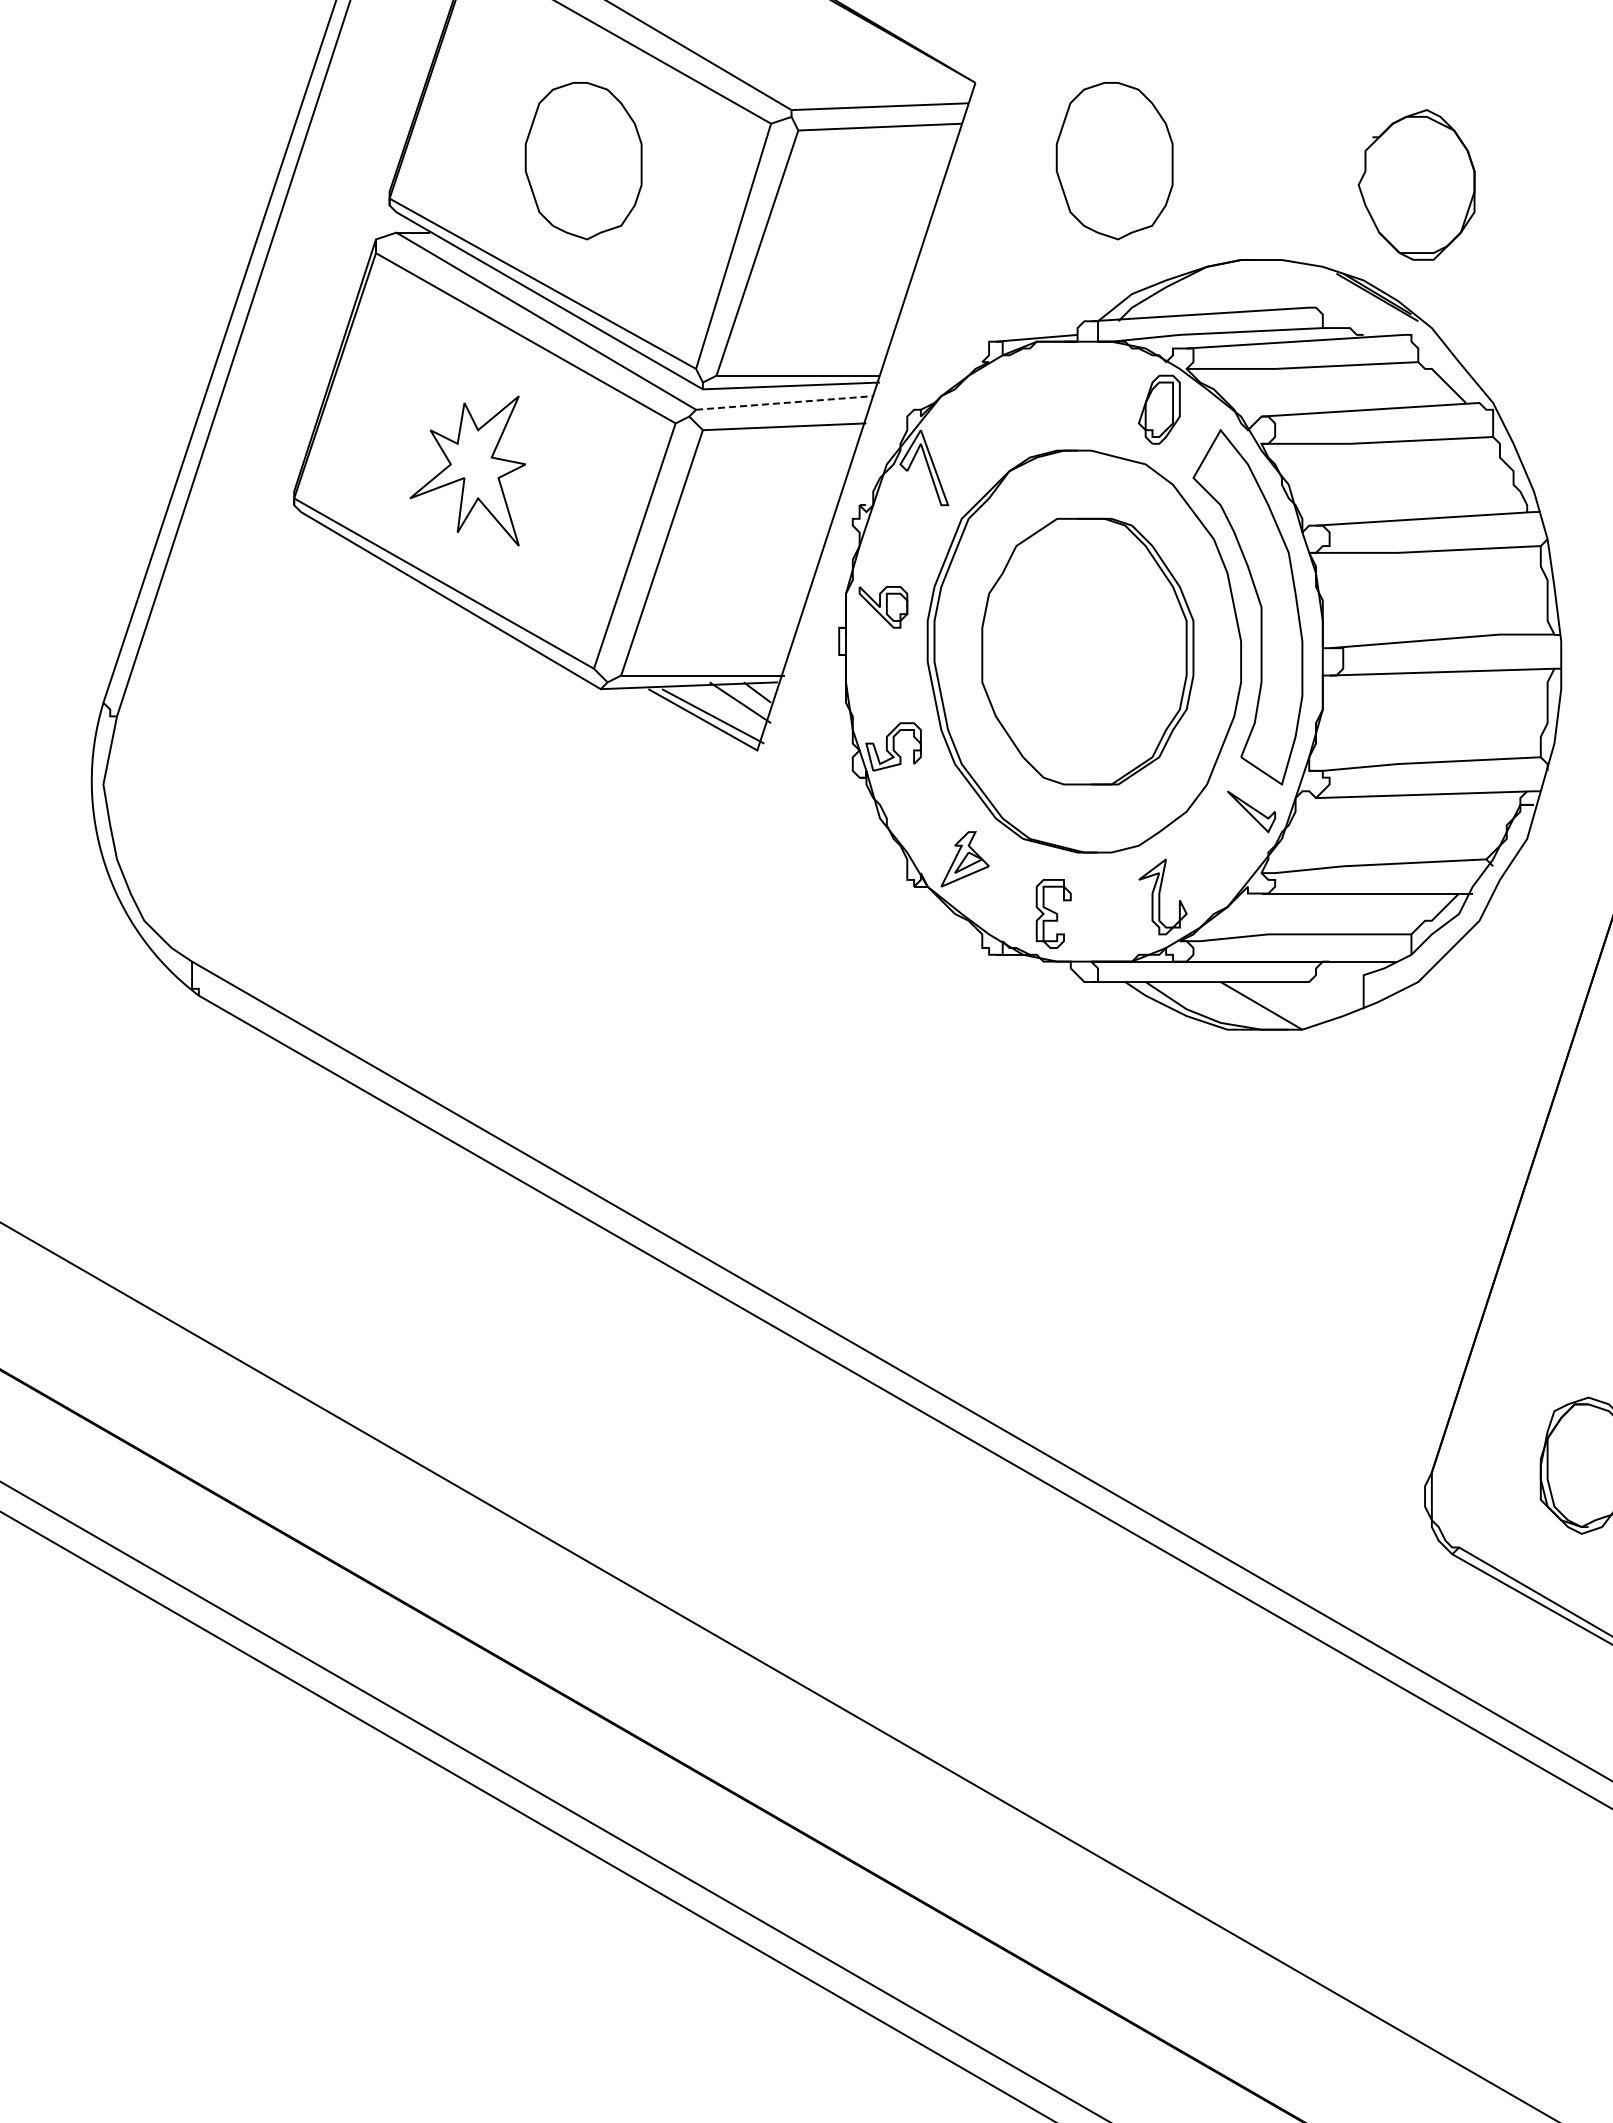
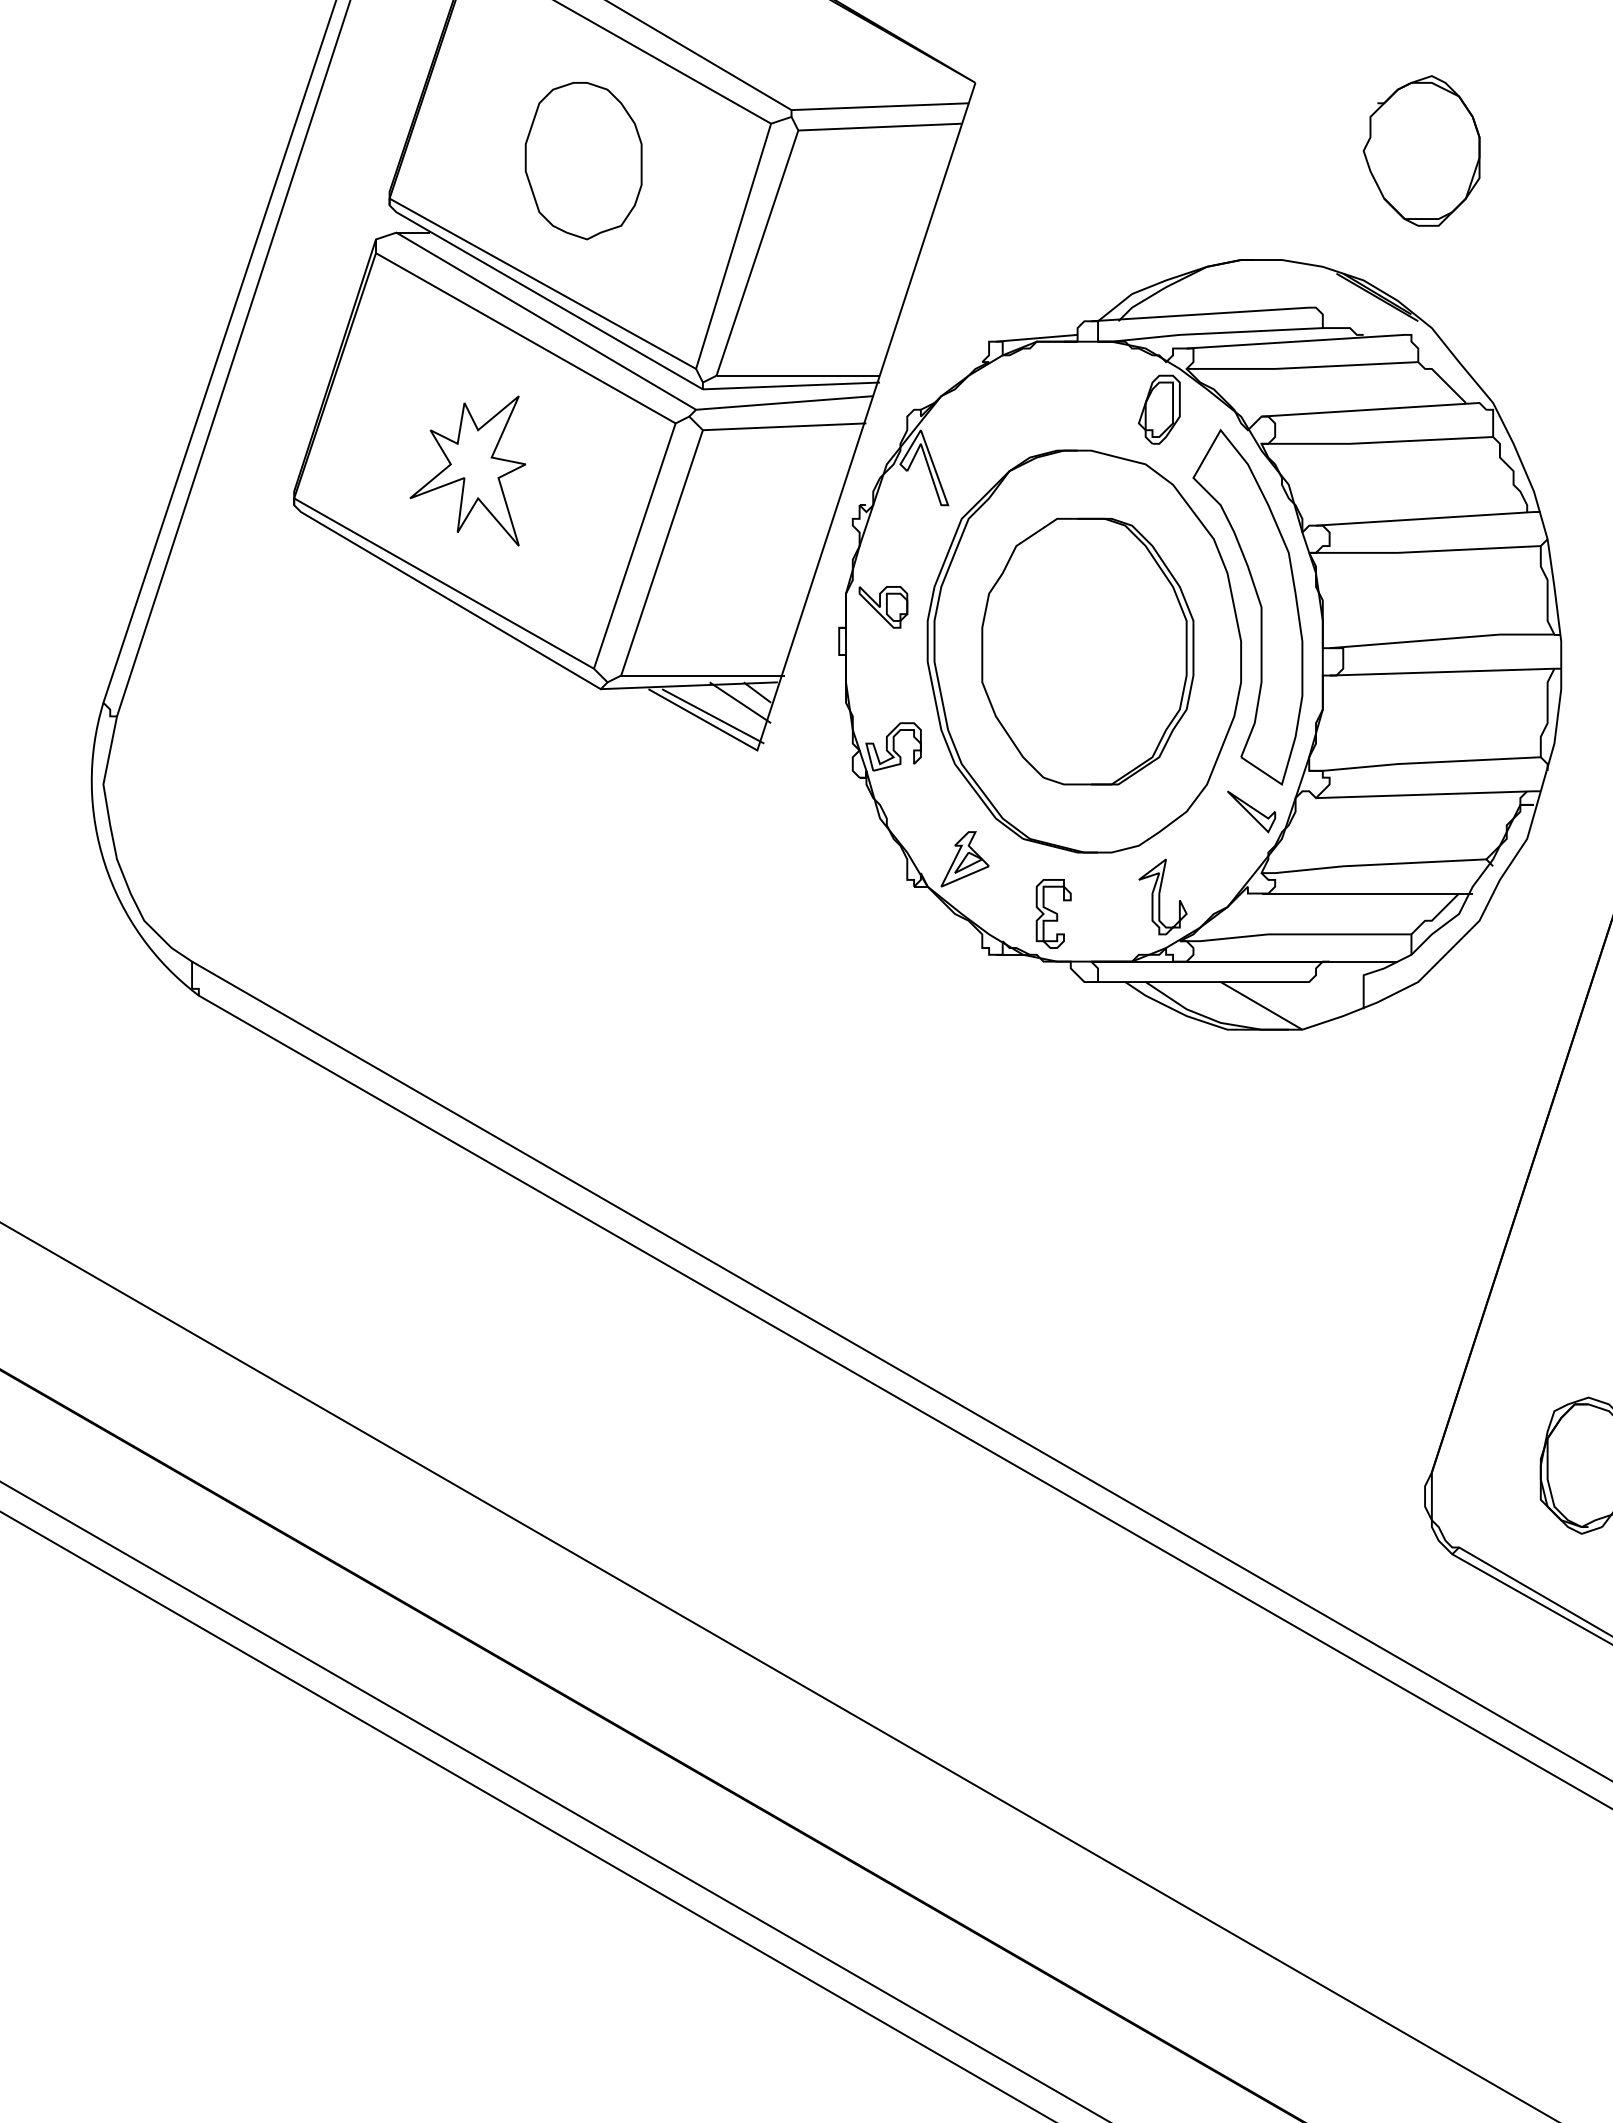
part at (1114, 161): present -> none
part at (1416, 184) position: (1416, 184) -> (1421, 150)
line at (784, 402): dashed -> solid
